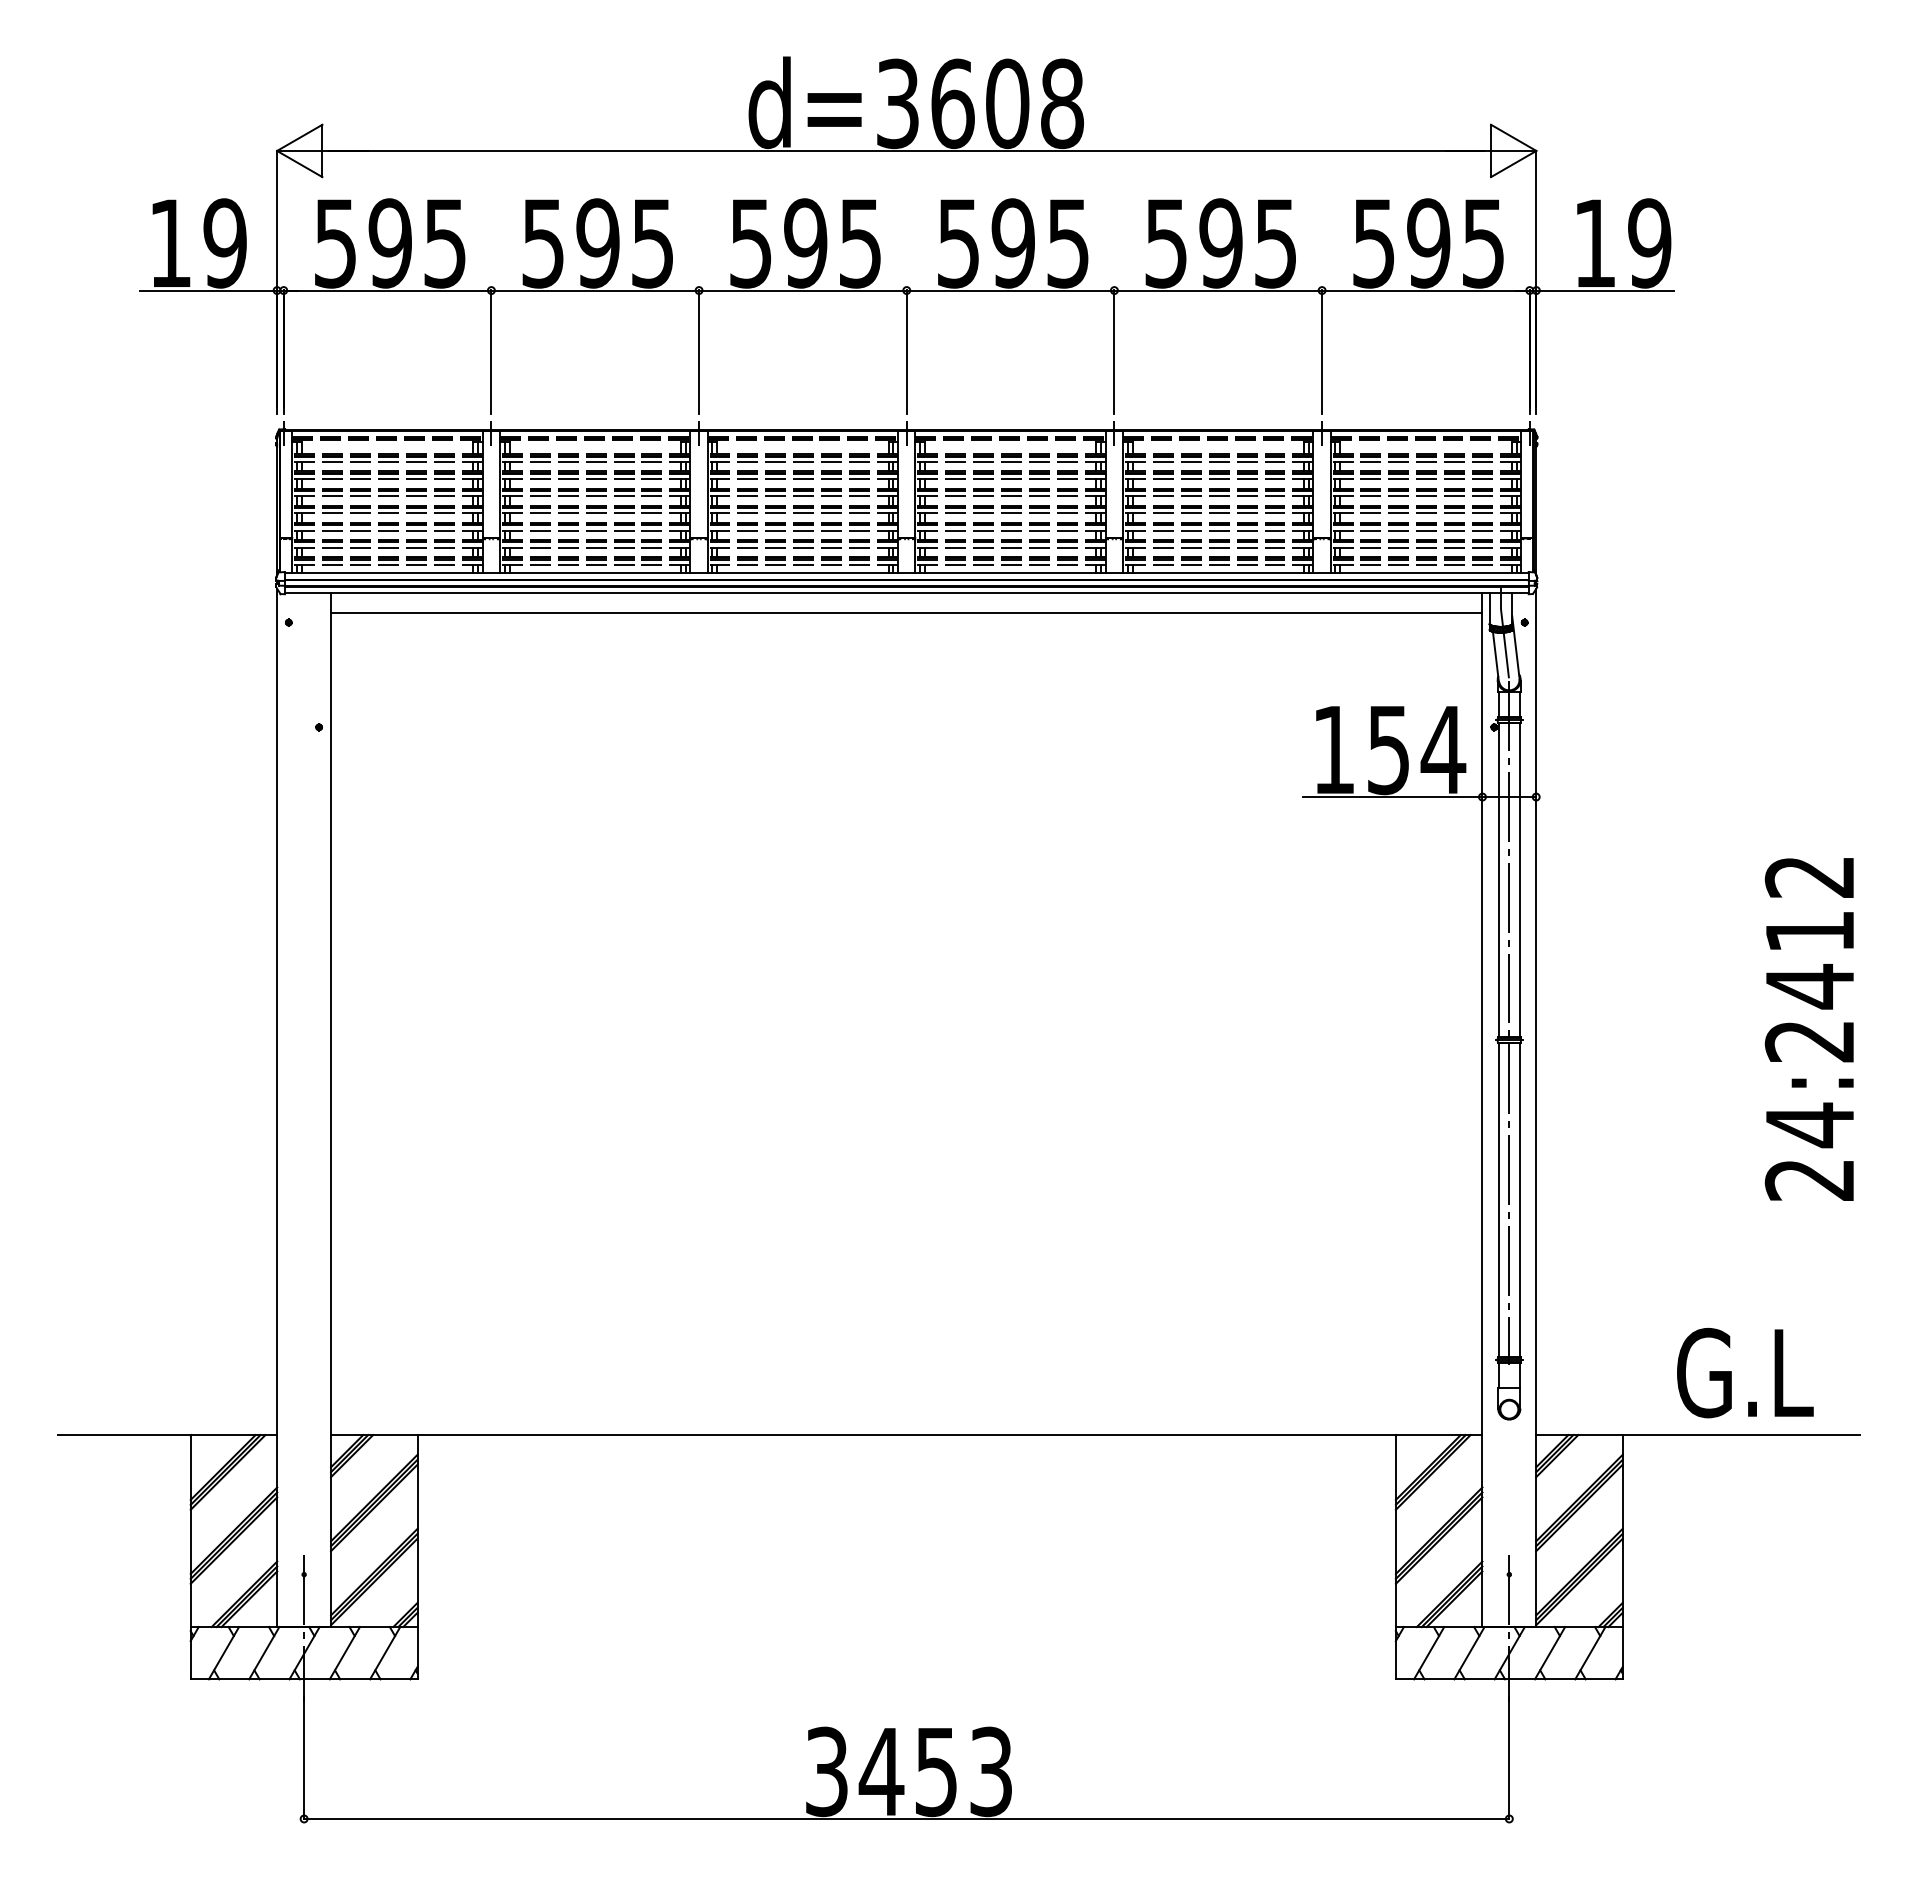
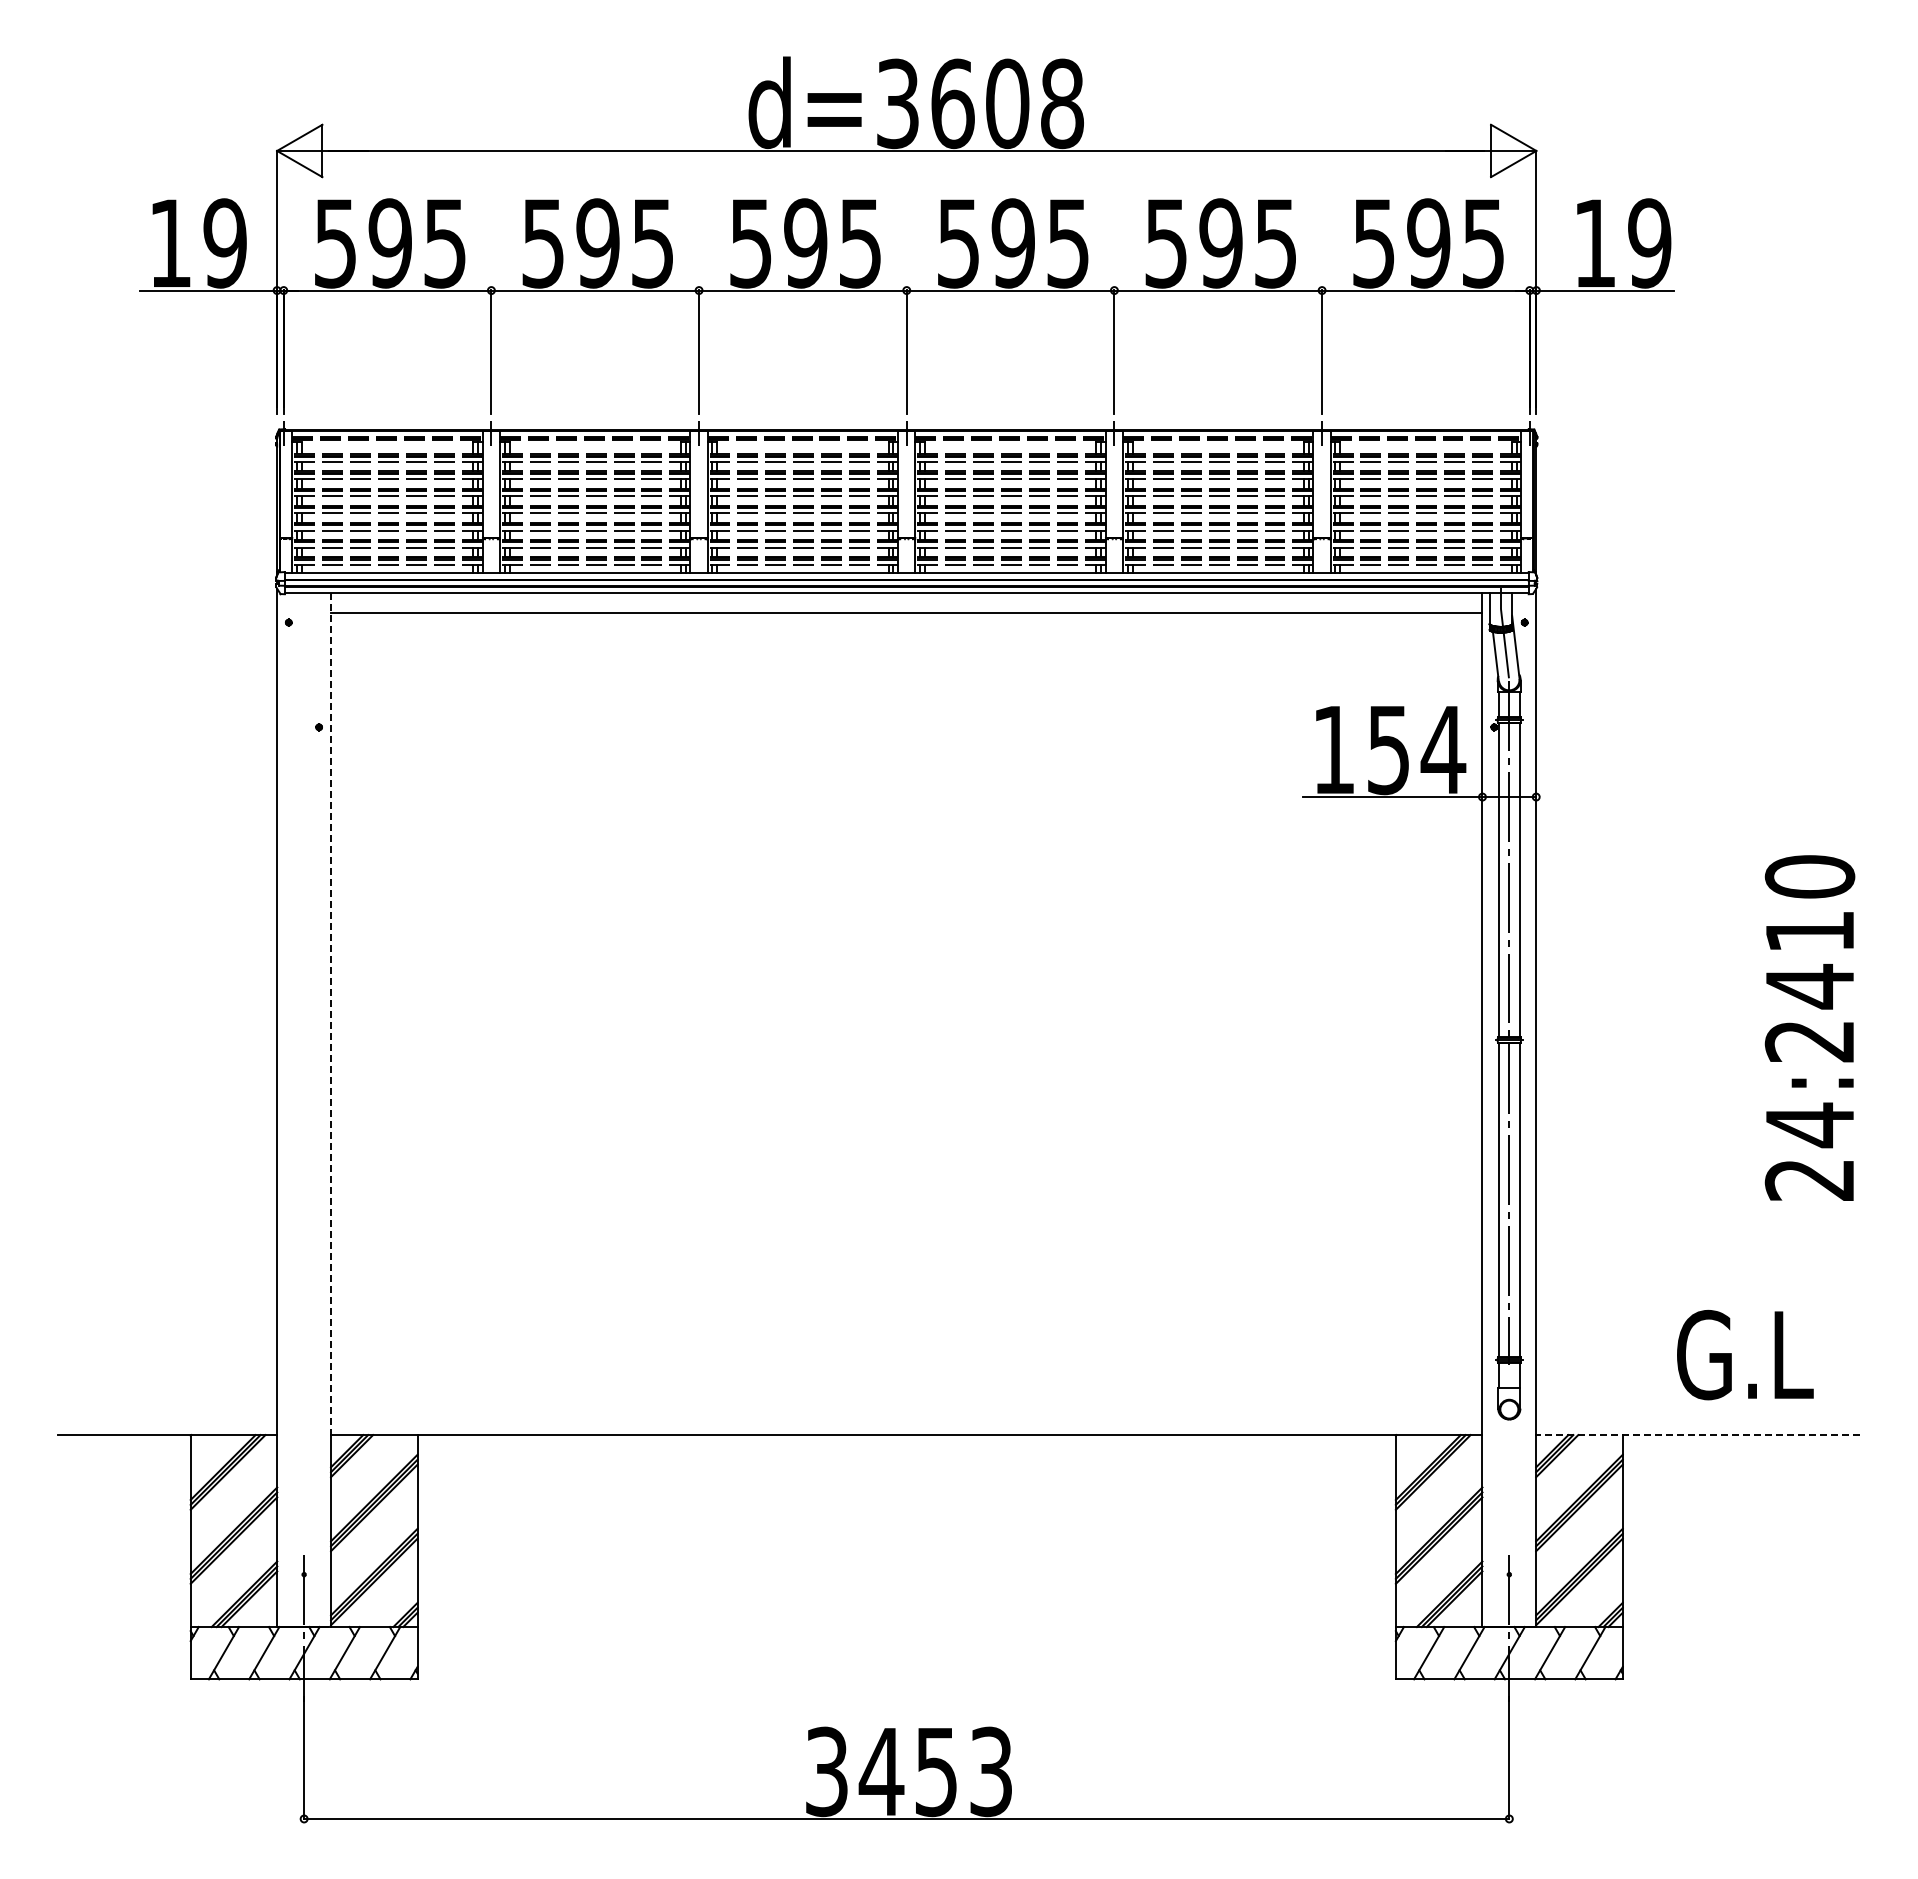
text at (1809, 876): 24:2412 -> 24:2410
line at (331, 1014): solid -> dashed
text at (1745, 1372) position: (1745, 1372) -> (1745, 1354)
line at (1697, 1435): solid -> dashed
